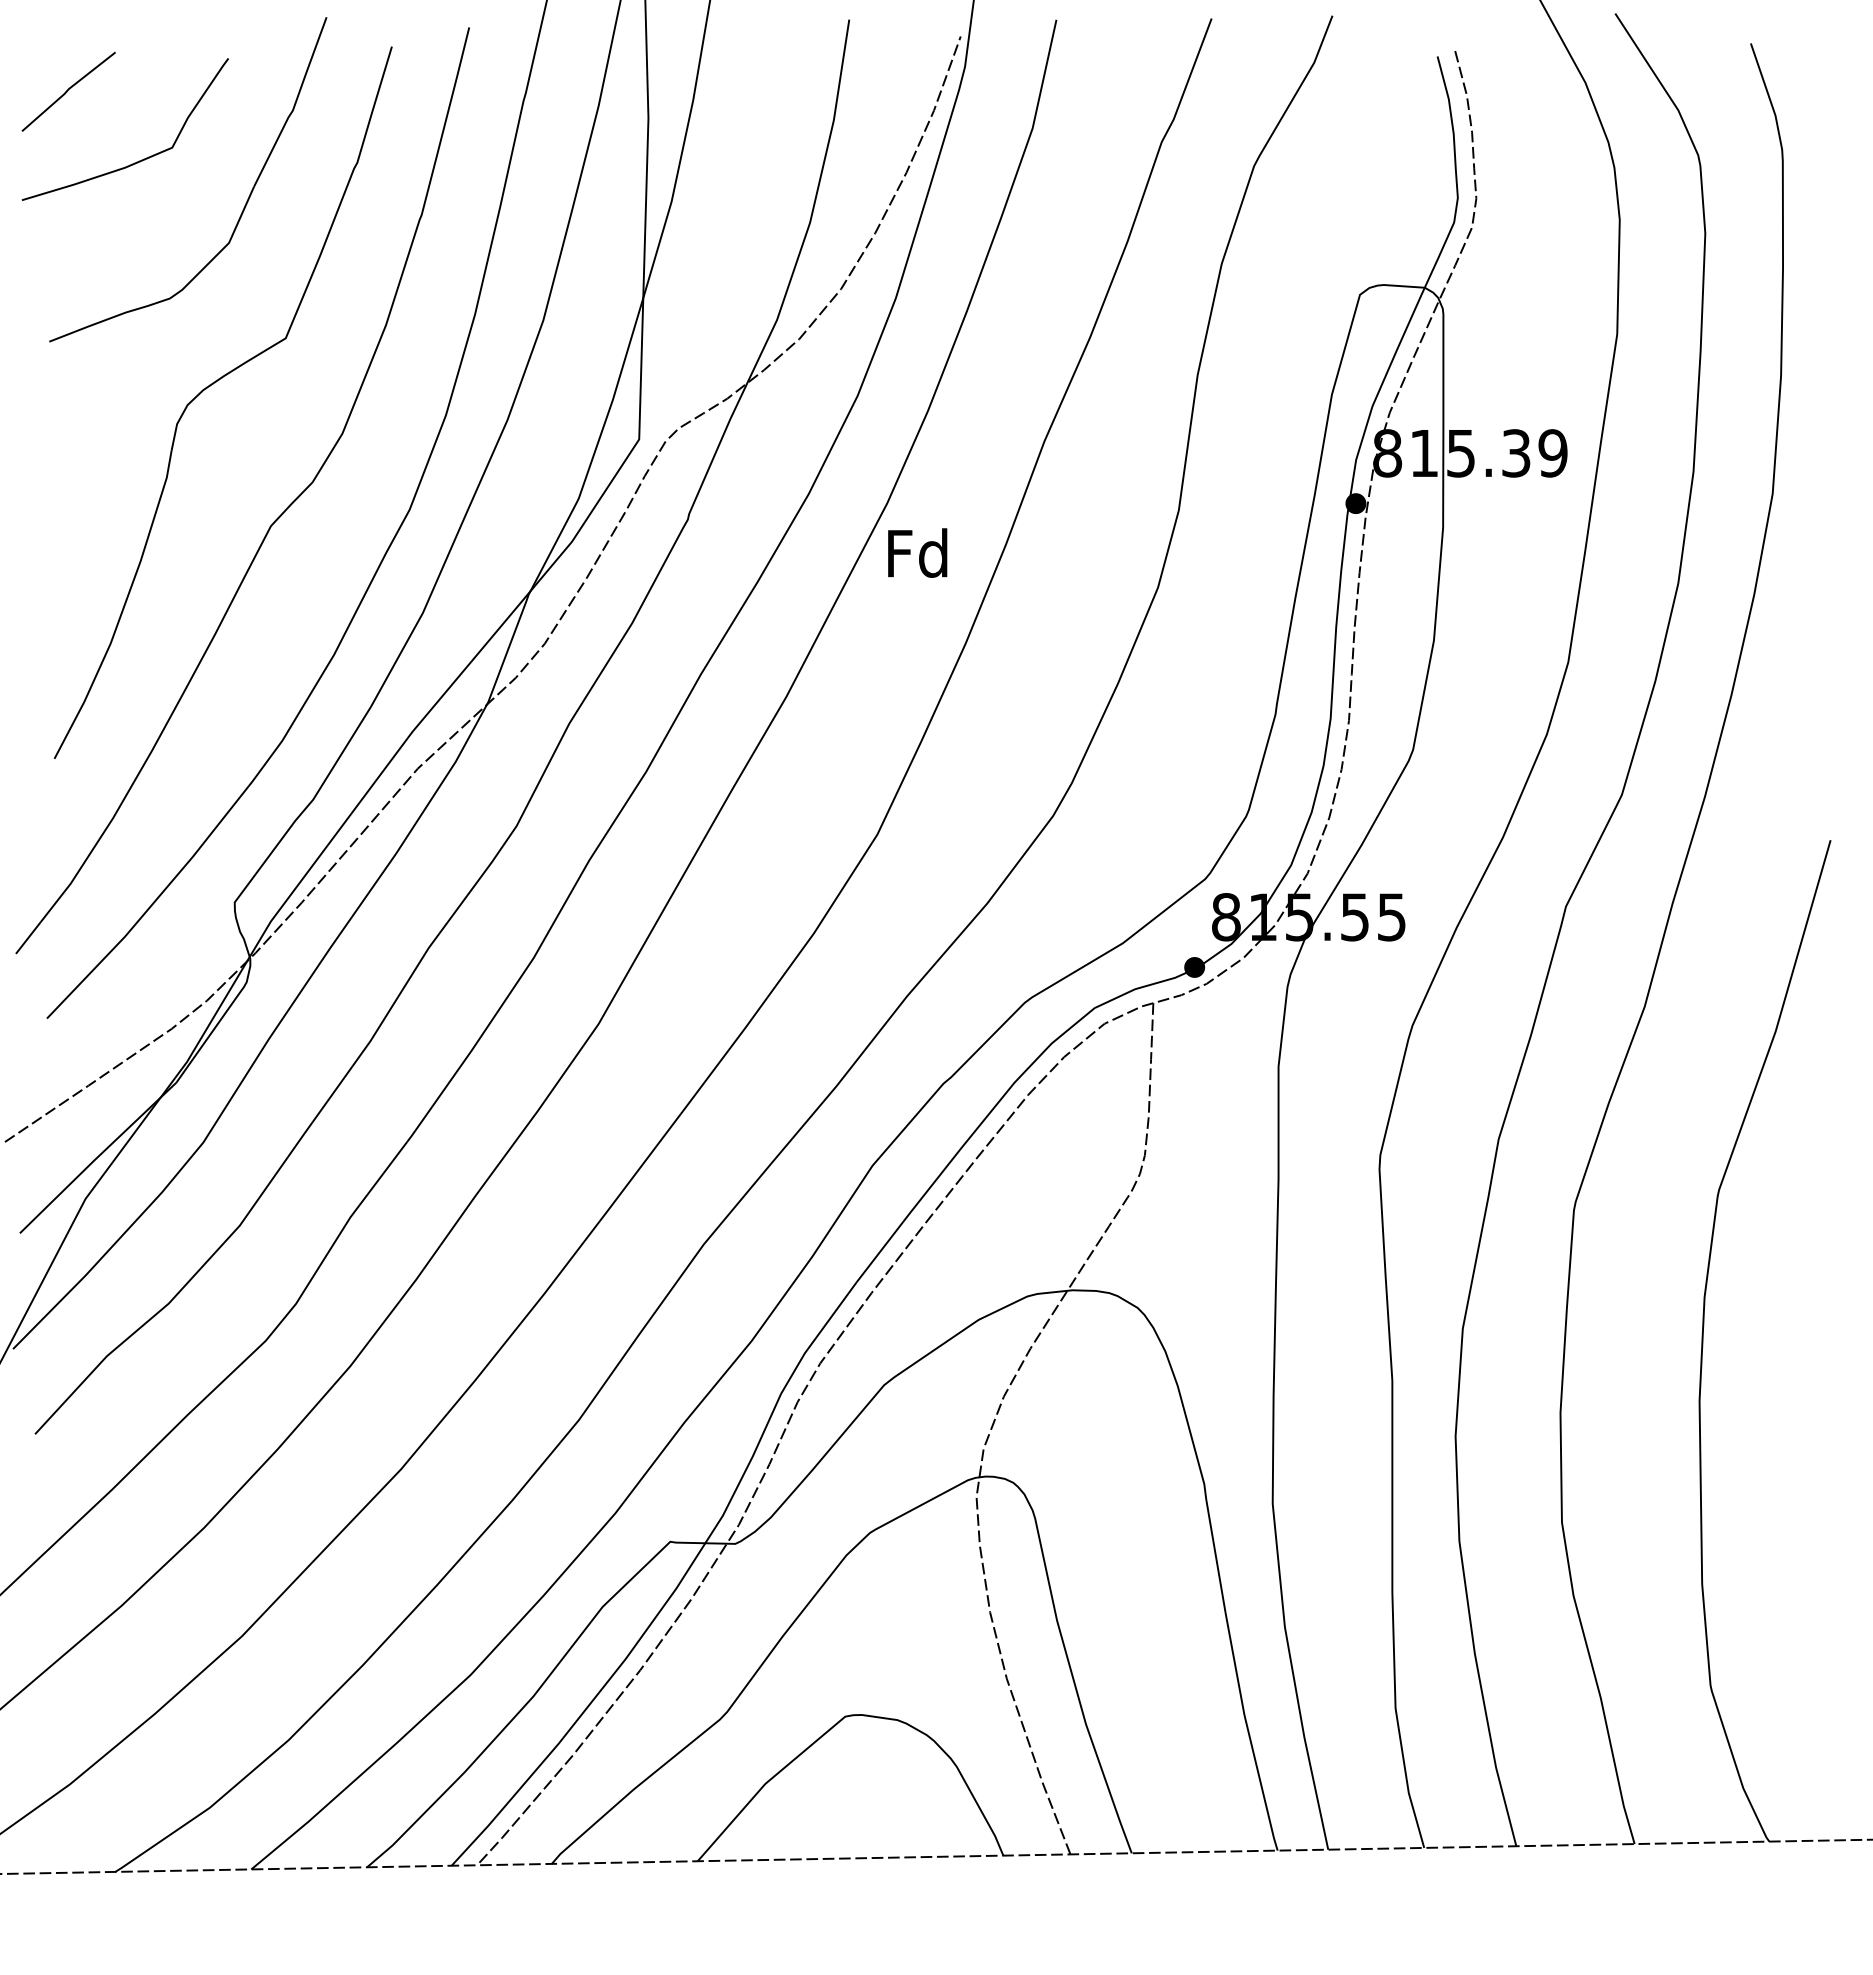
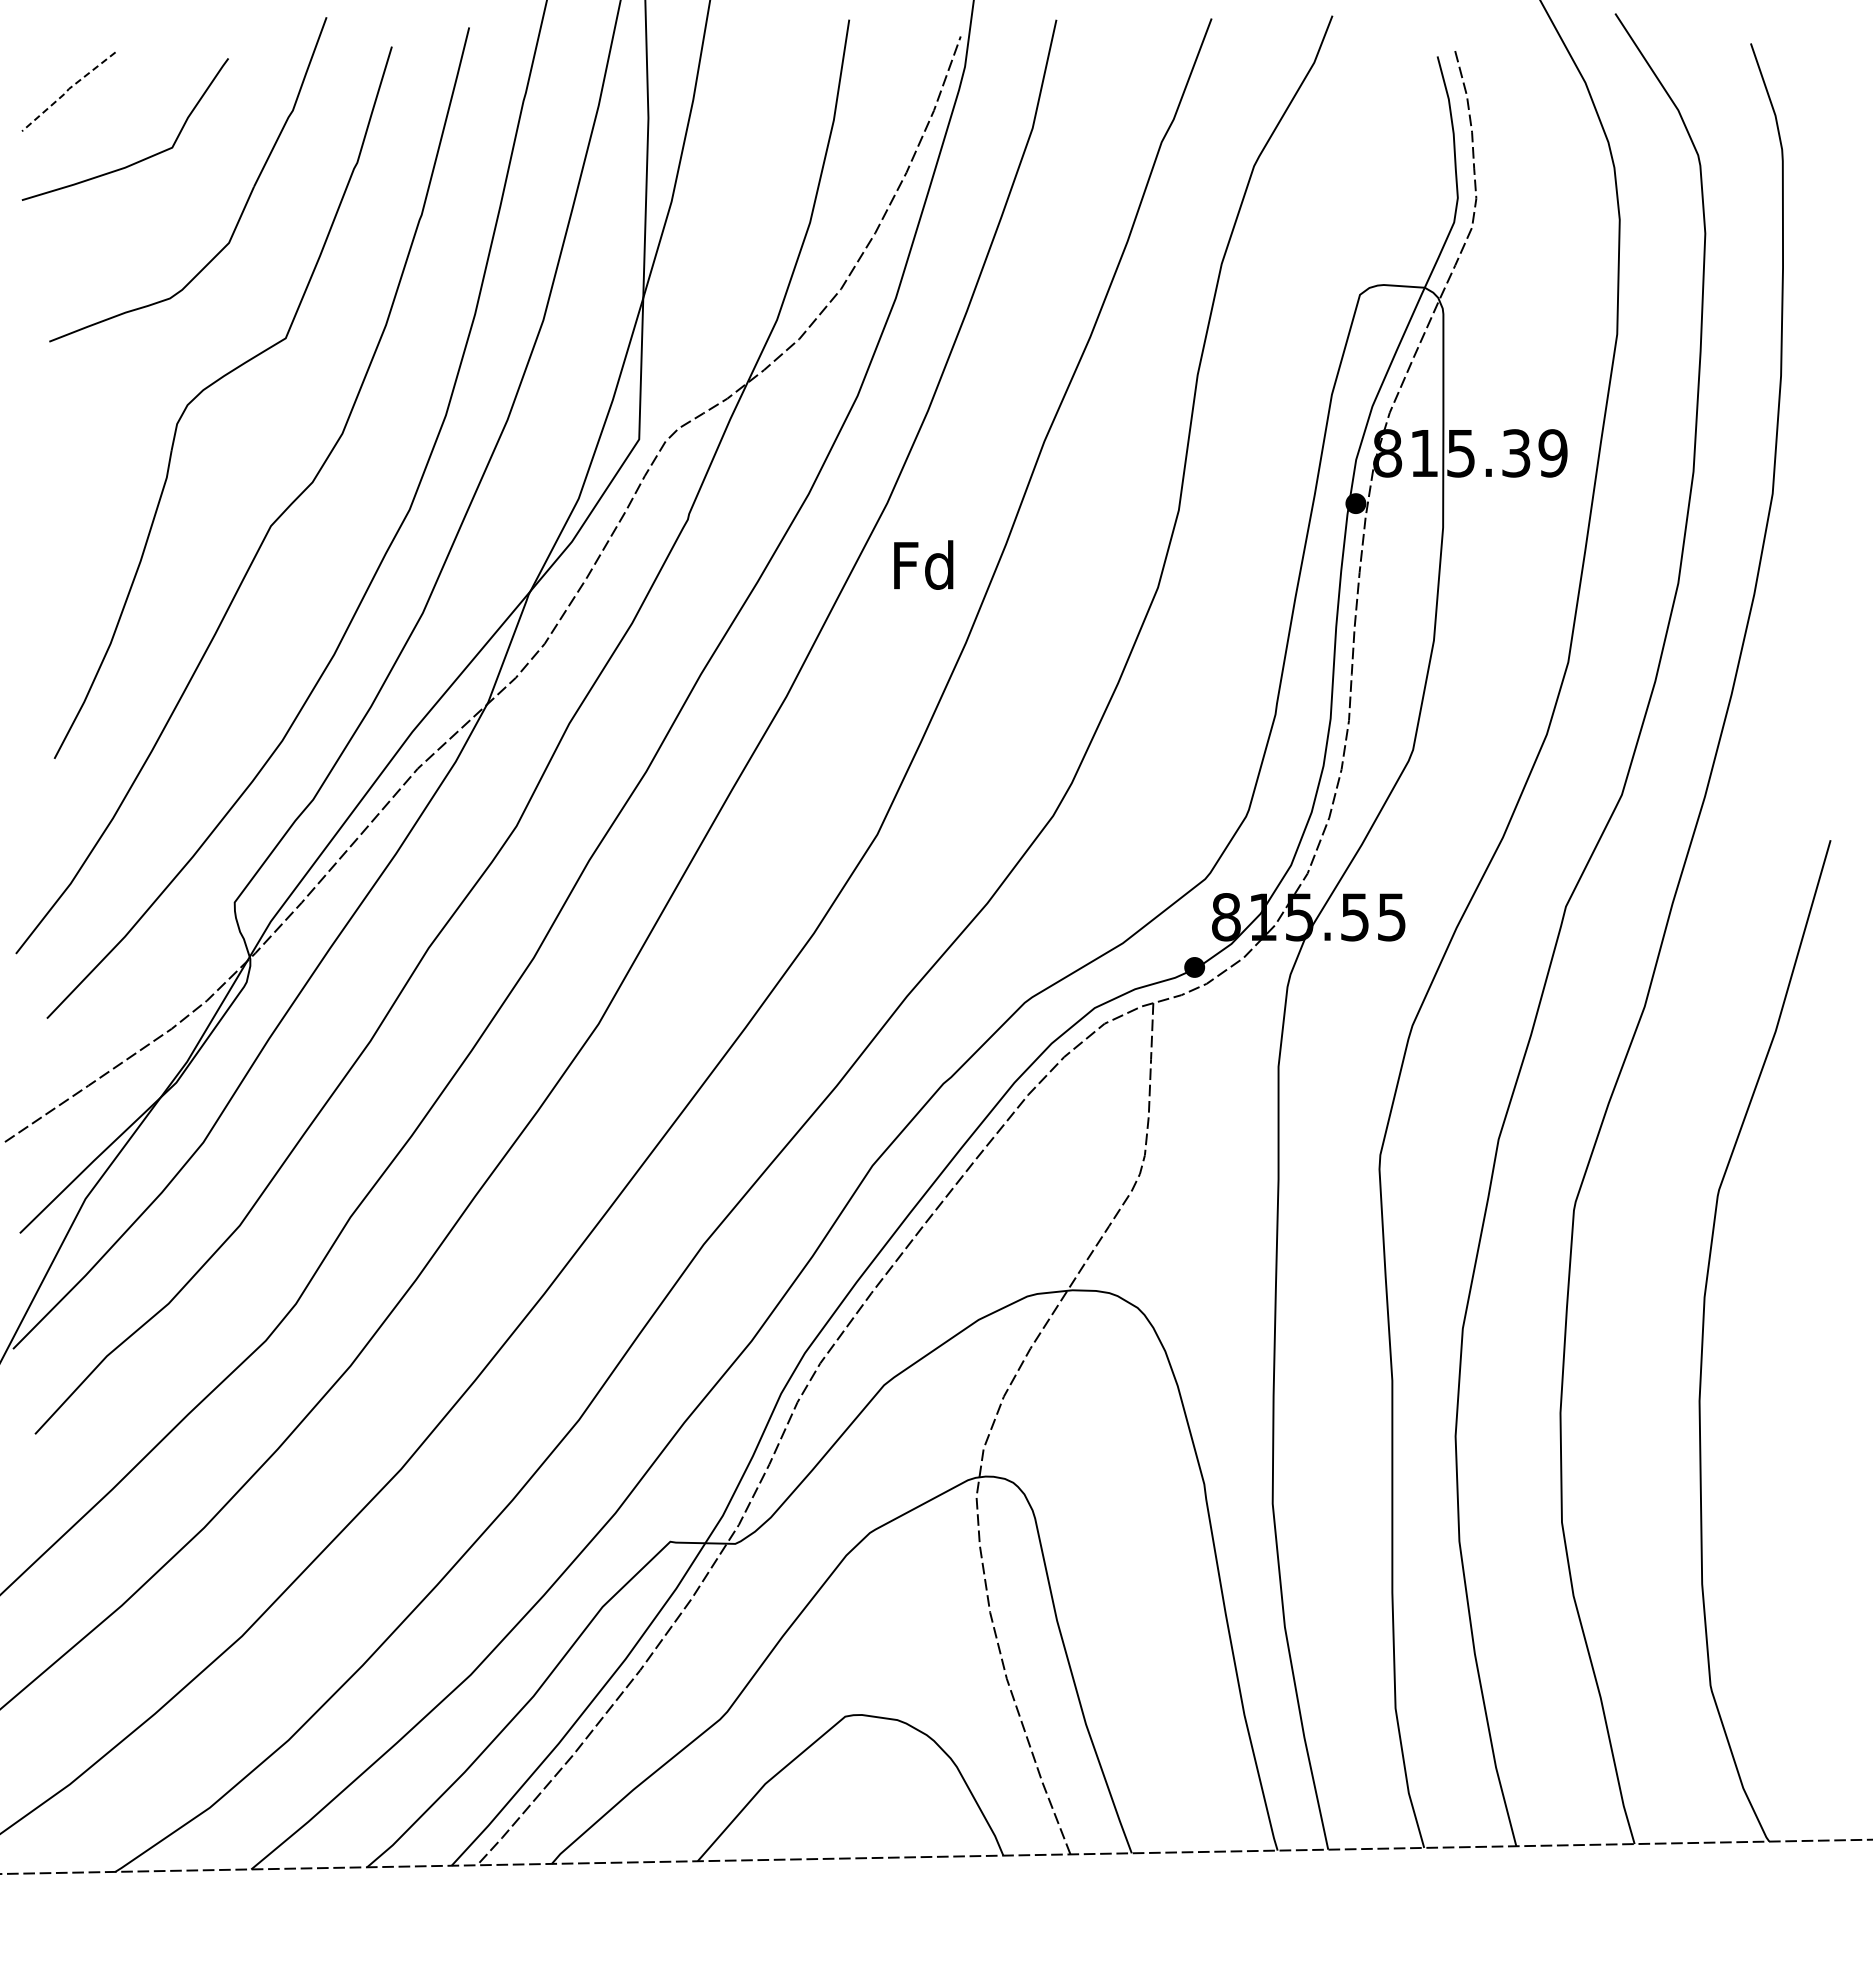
line at (67, 90): solid -> dashed
text at (917, 552) position: (917, 552) -> (923, 564)
